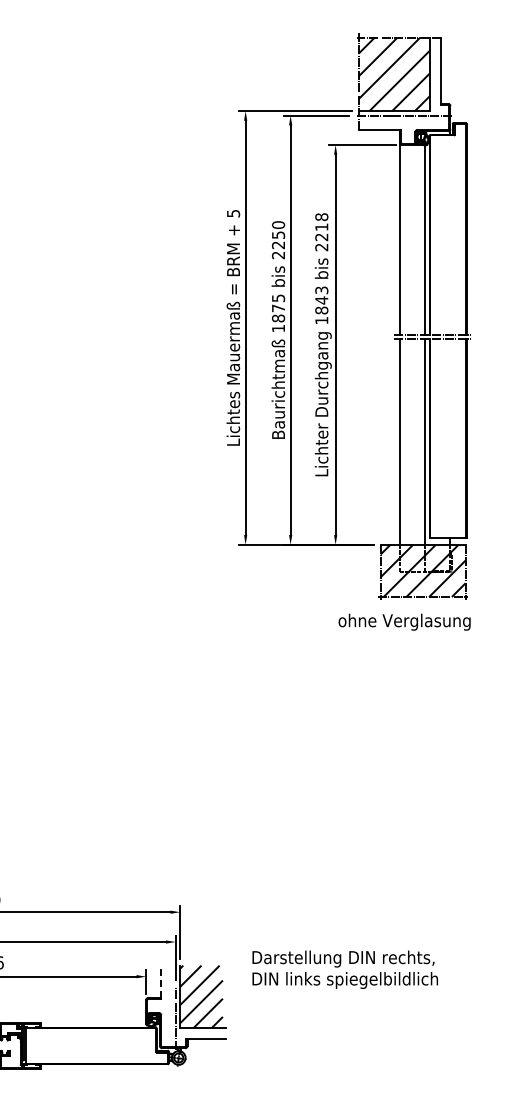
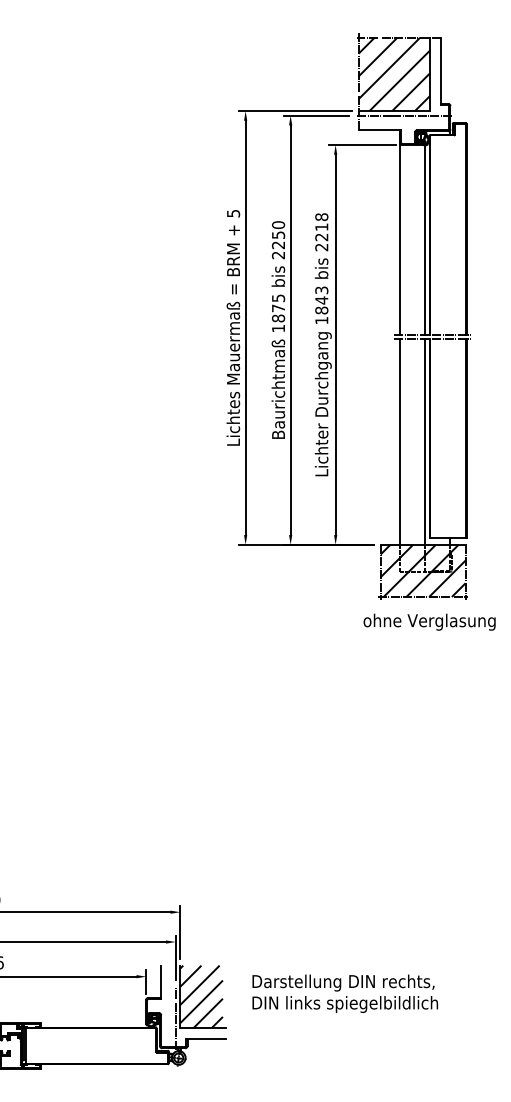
text at (404, 621) position: (404, 621) -> (429, 621)
text at (345, 969) position: (345, 969) -> (345, 993)
line at (161, 981): dashed -> solid
